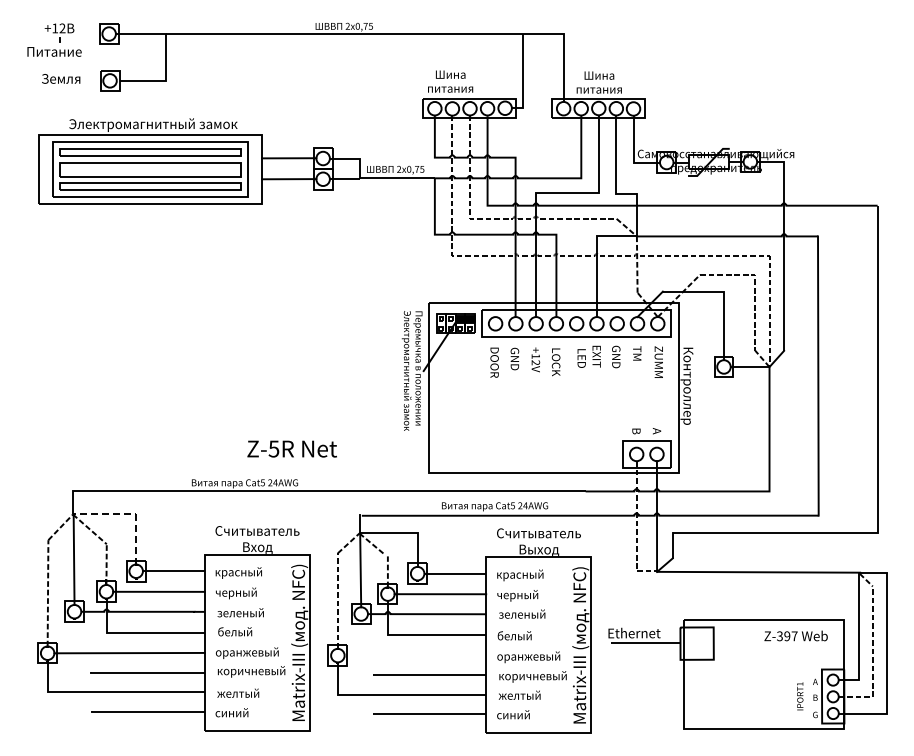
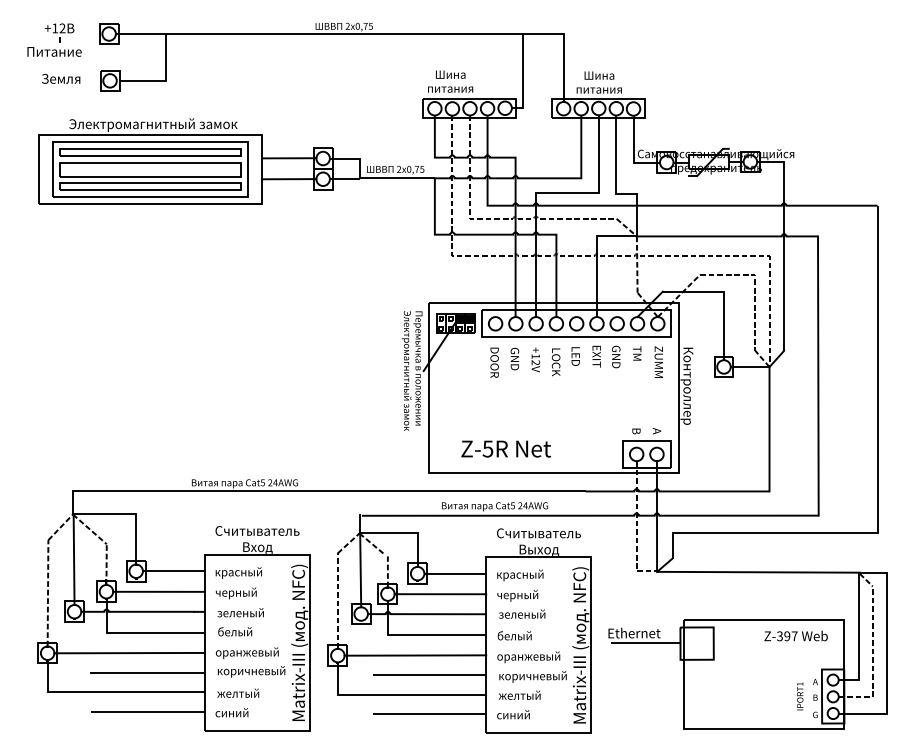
text at (581, 358) position: (581, 358) -> (575, 356)
text at (291, 448) position: (291, 448) -> (505, 448)
line at (130, 514): dashed -> solid
line at (415, 655): none -> present
